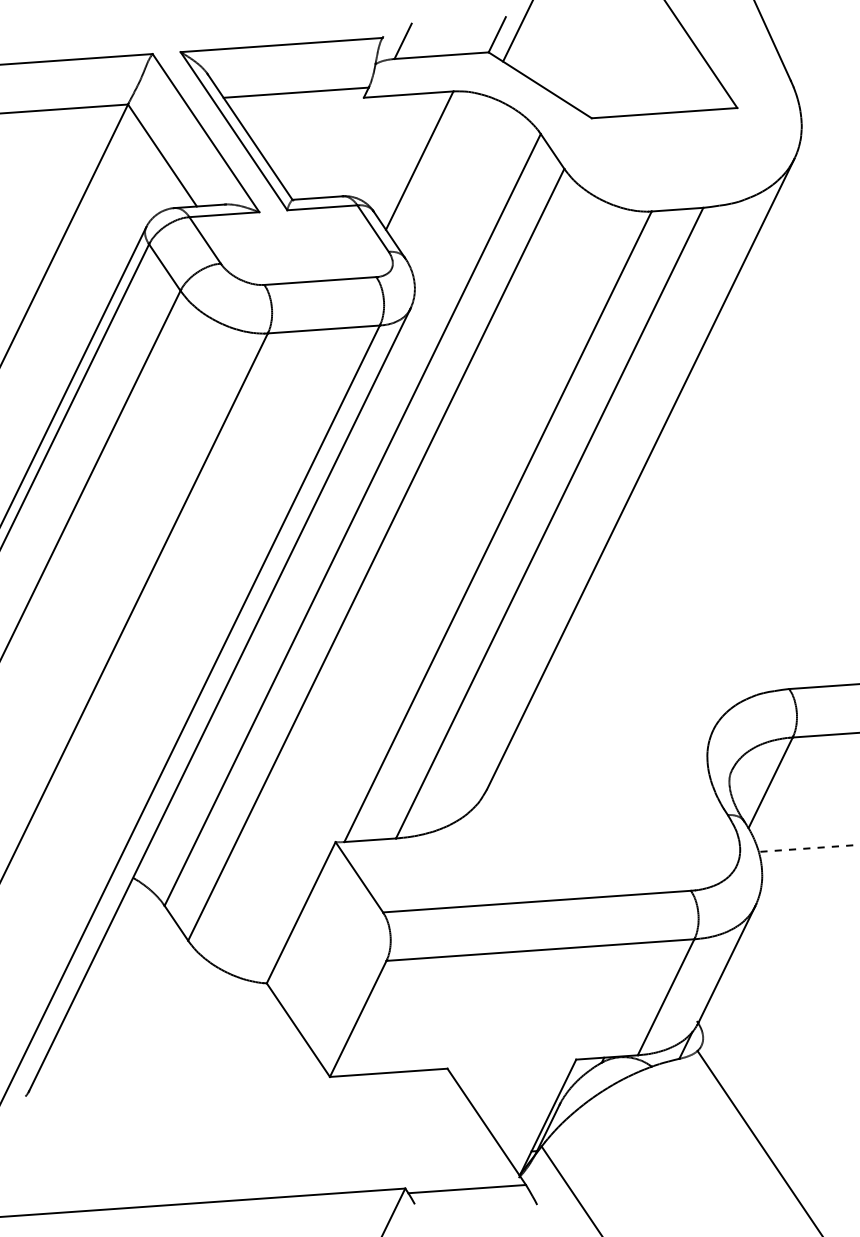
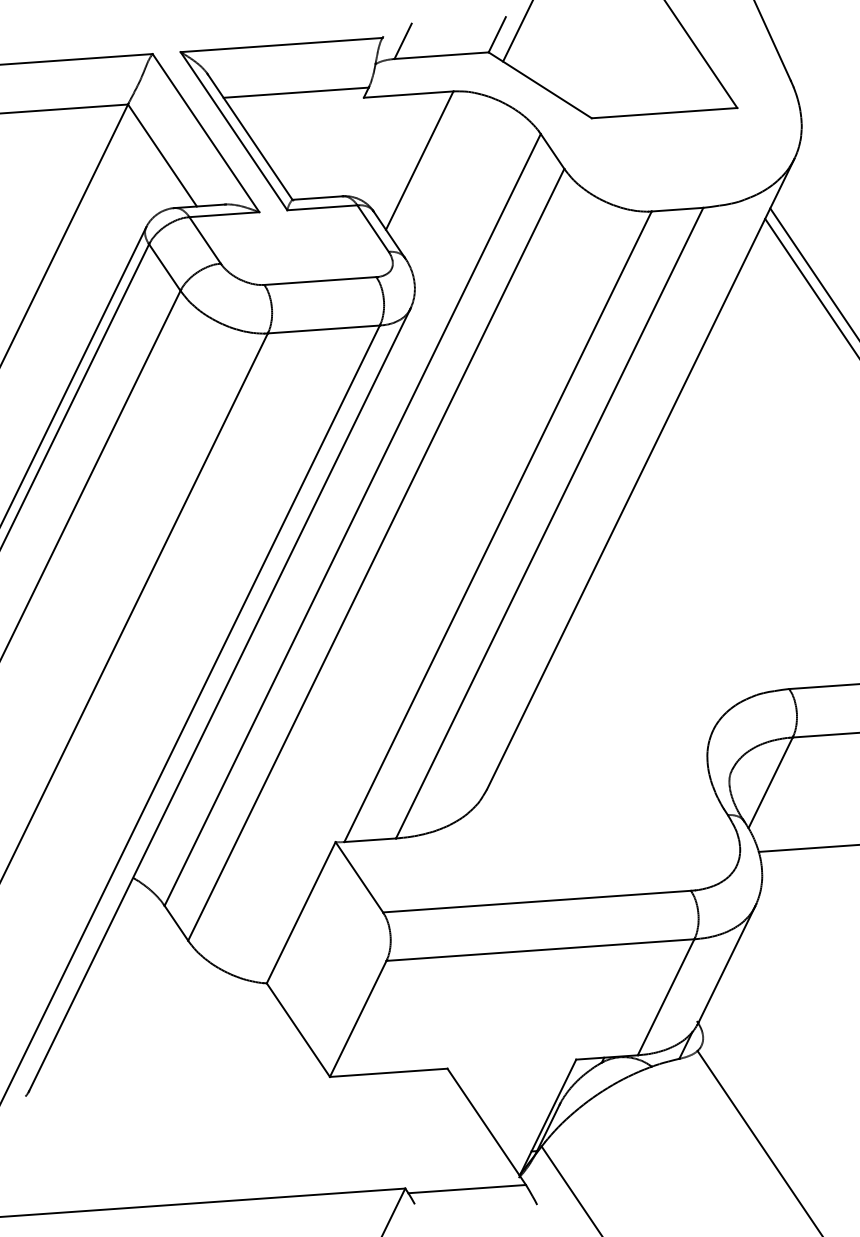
line at (813, 272): none -> present
line at (810, 286): none -> present
line at (808, 848): dashed -> solid
